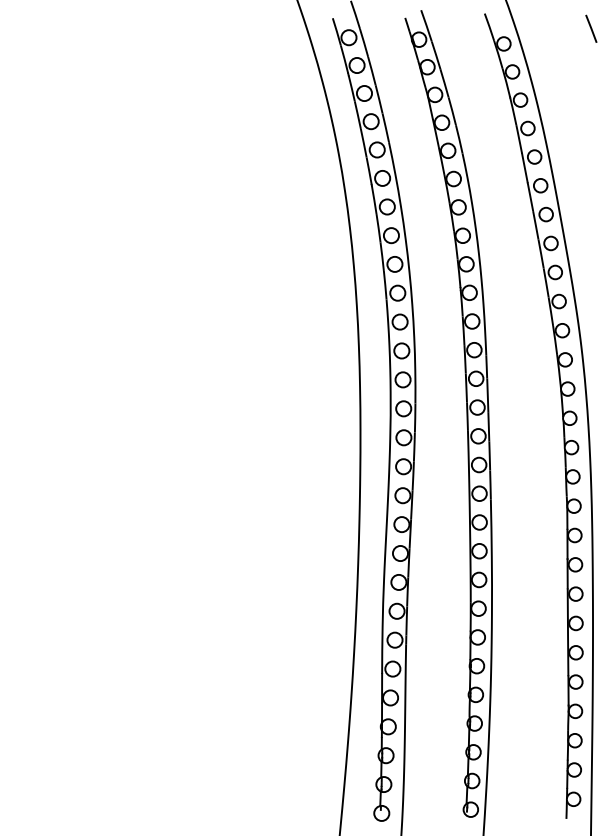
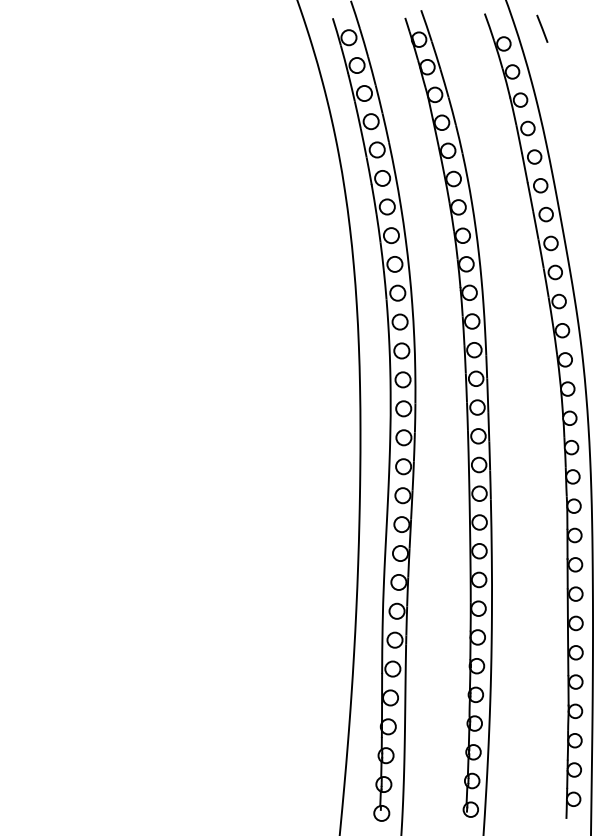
line at (591, 28) position: (591, 28) -> (542, 28)
